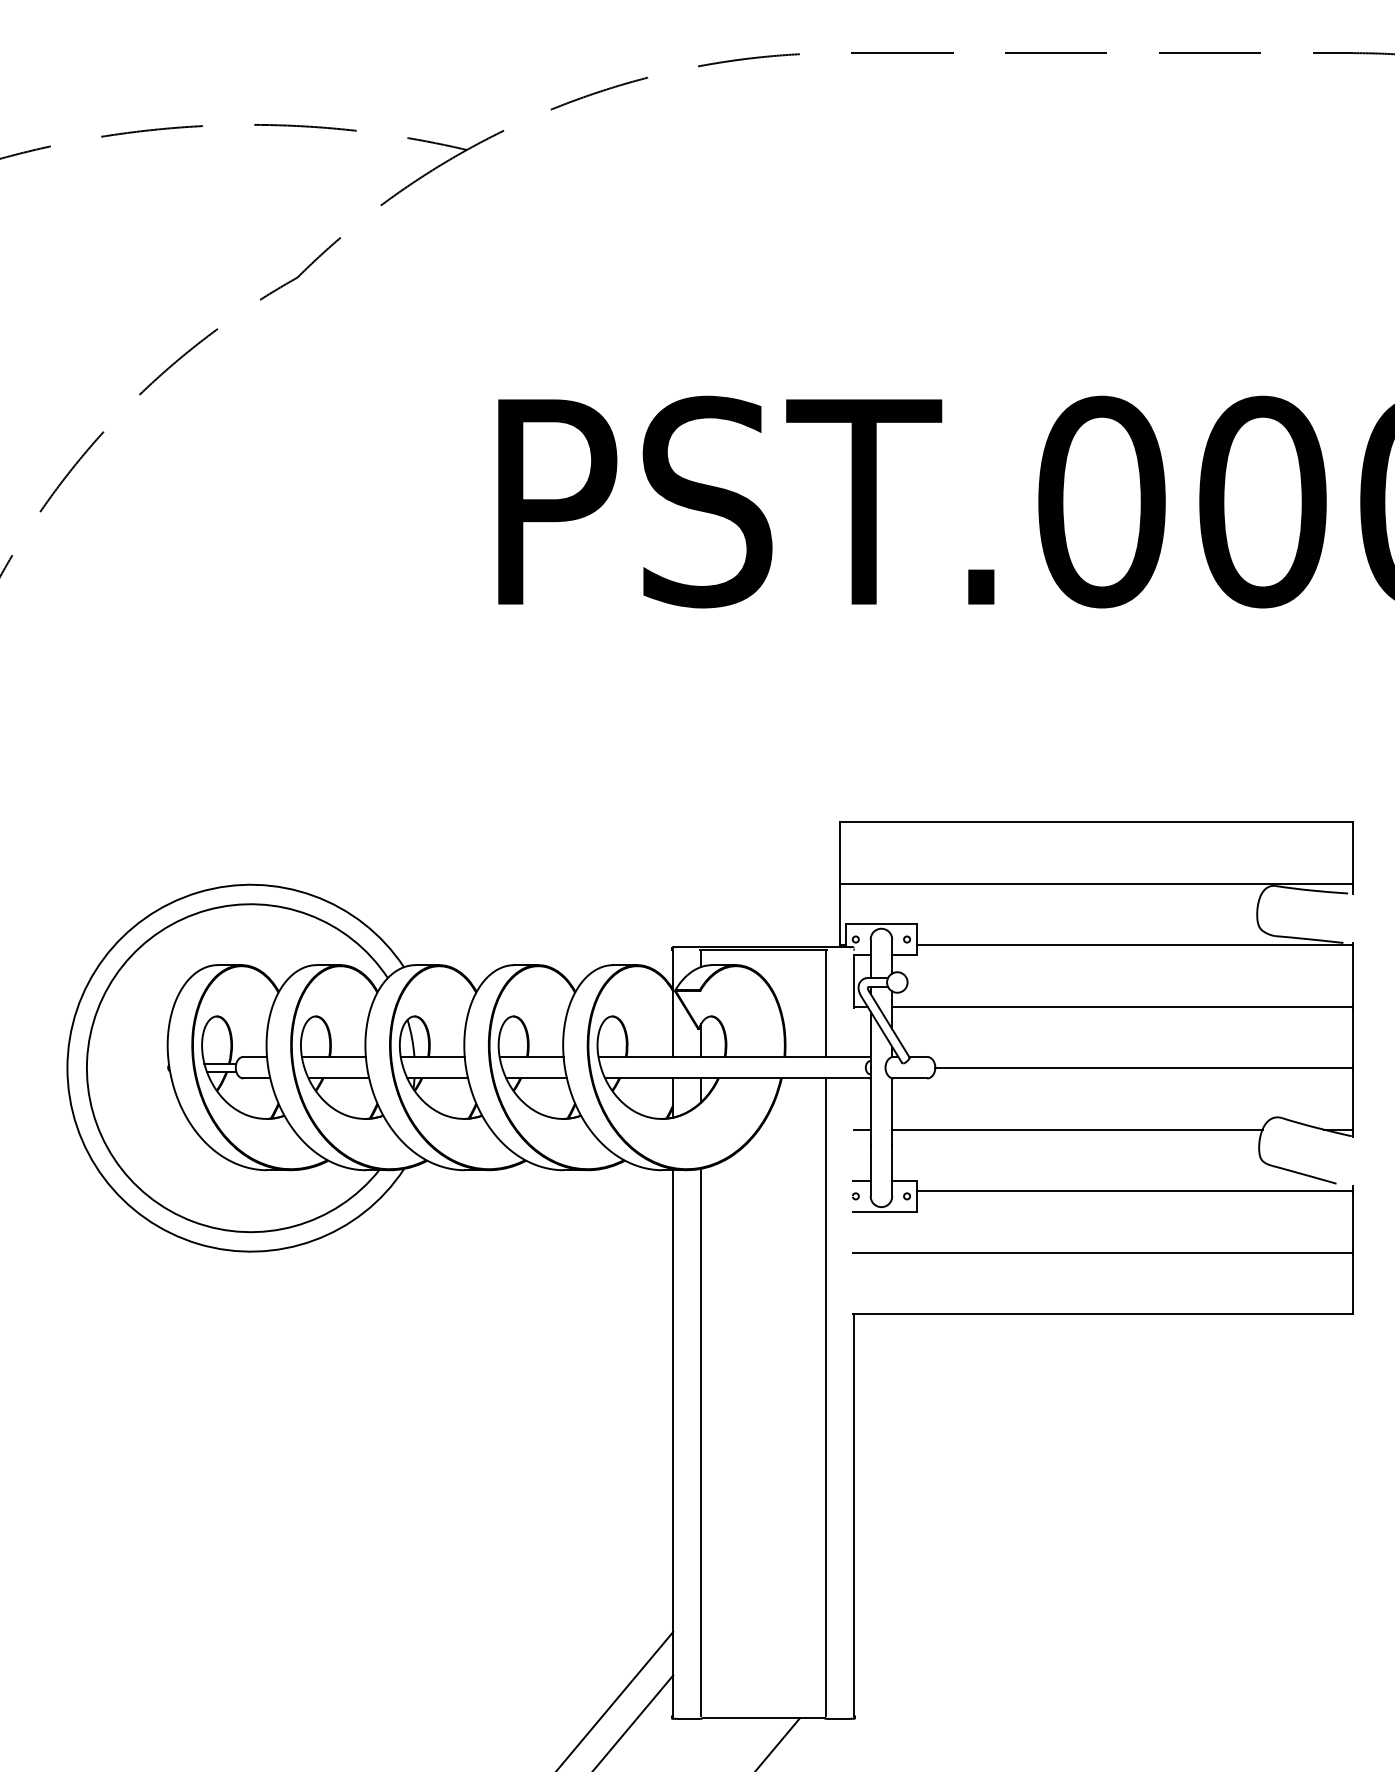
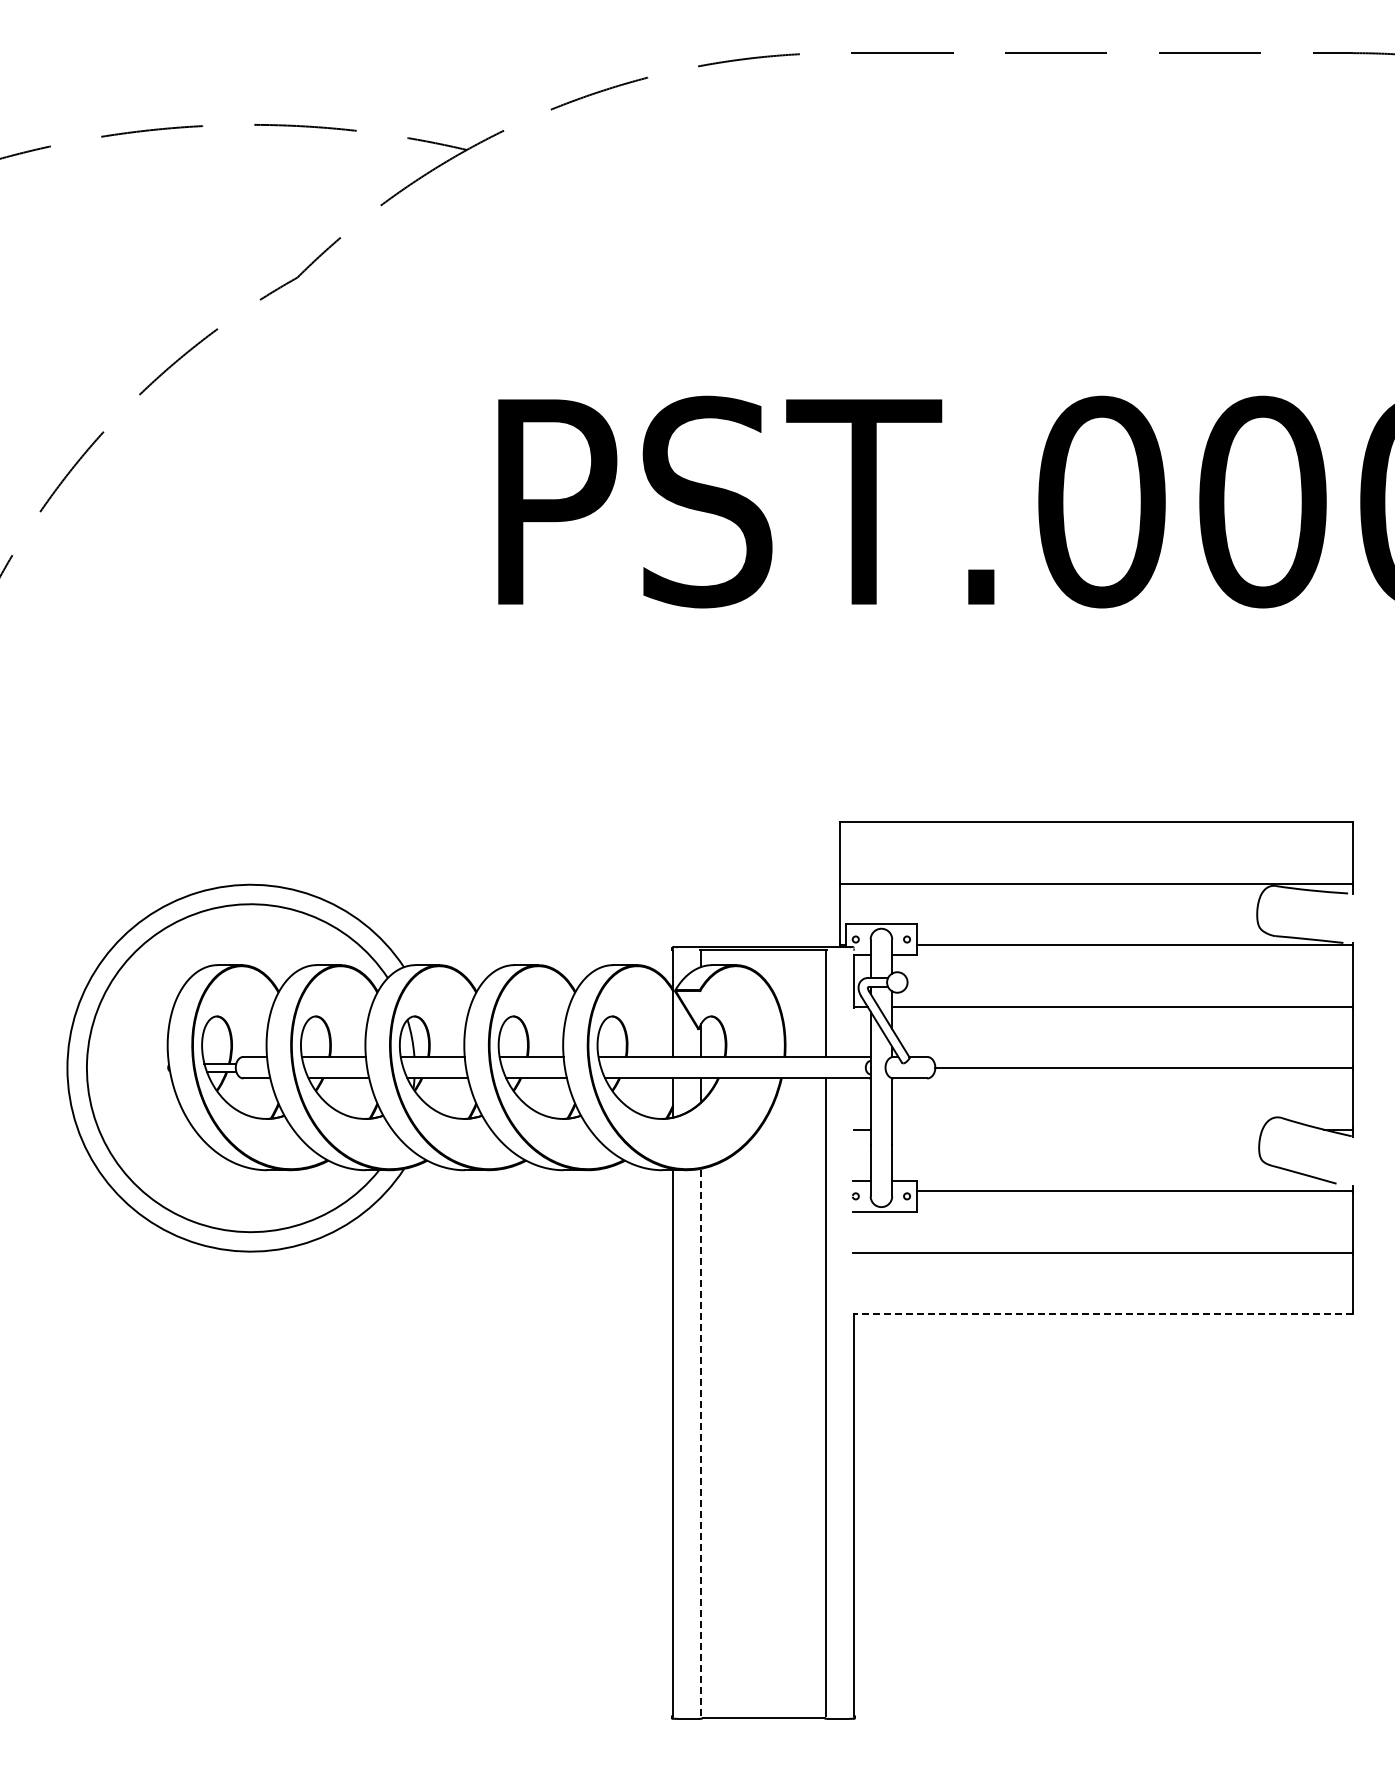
line at (1077, 1129): present -> none
line at (1103, 1314): solid -> dashed
line at (701, 1442): solid -> dashed
line at (615, 1699): present -> none
line at (633, 1721): present -> none
line at (778, 1743): present -> none
